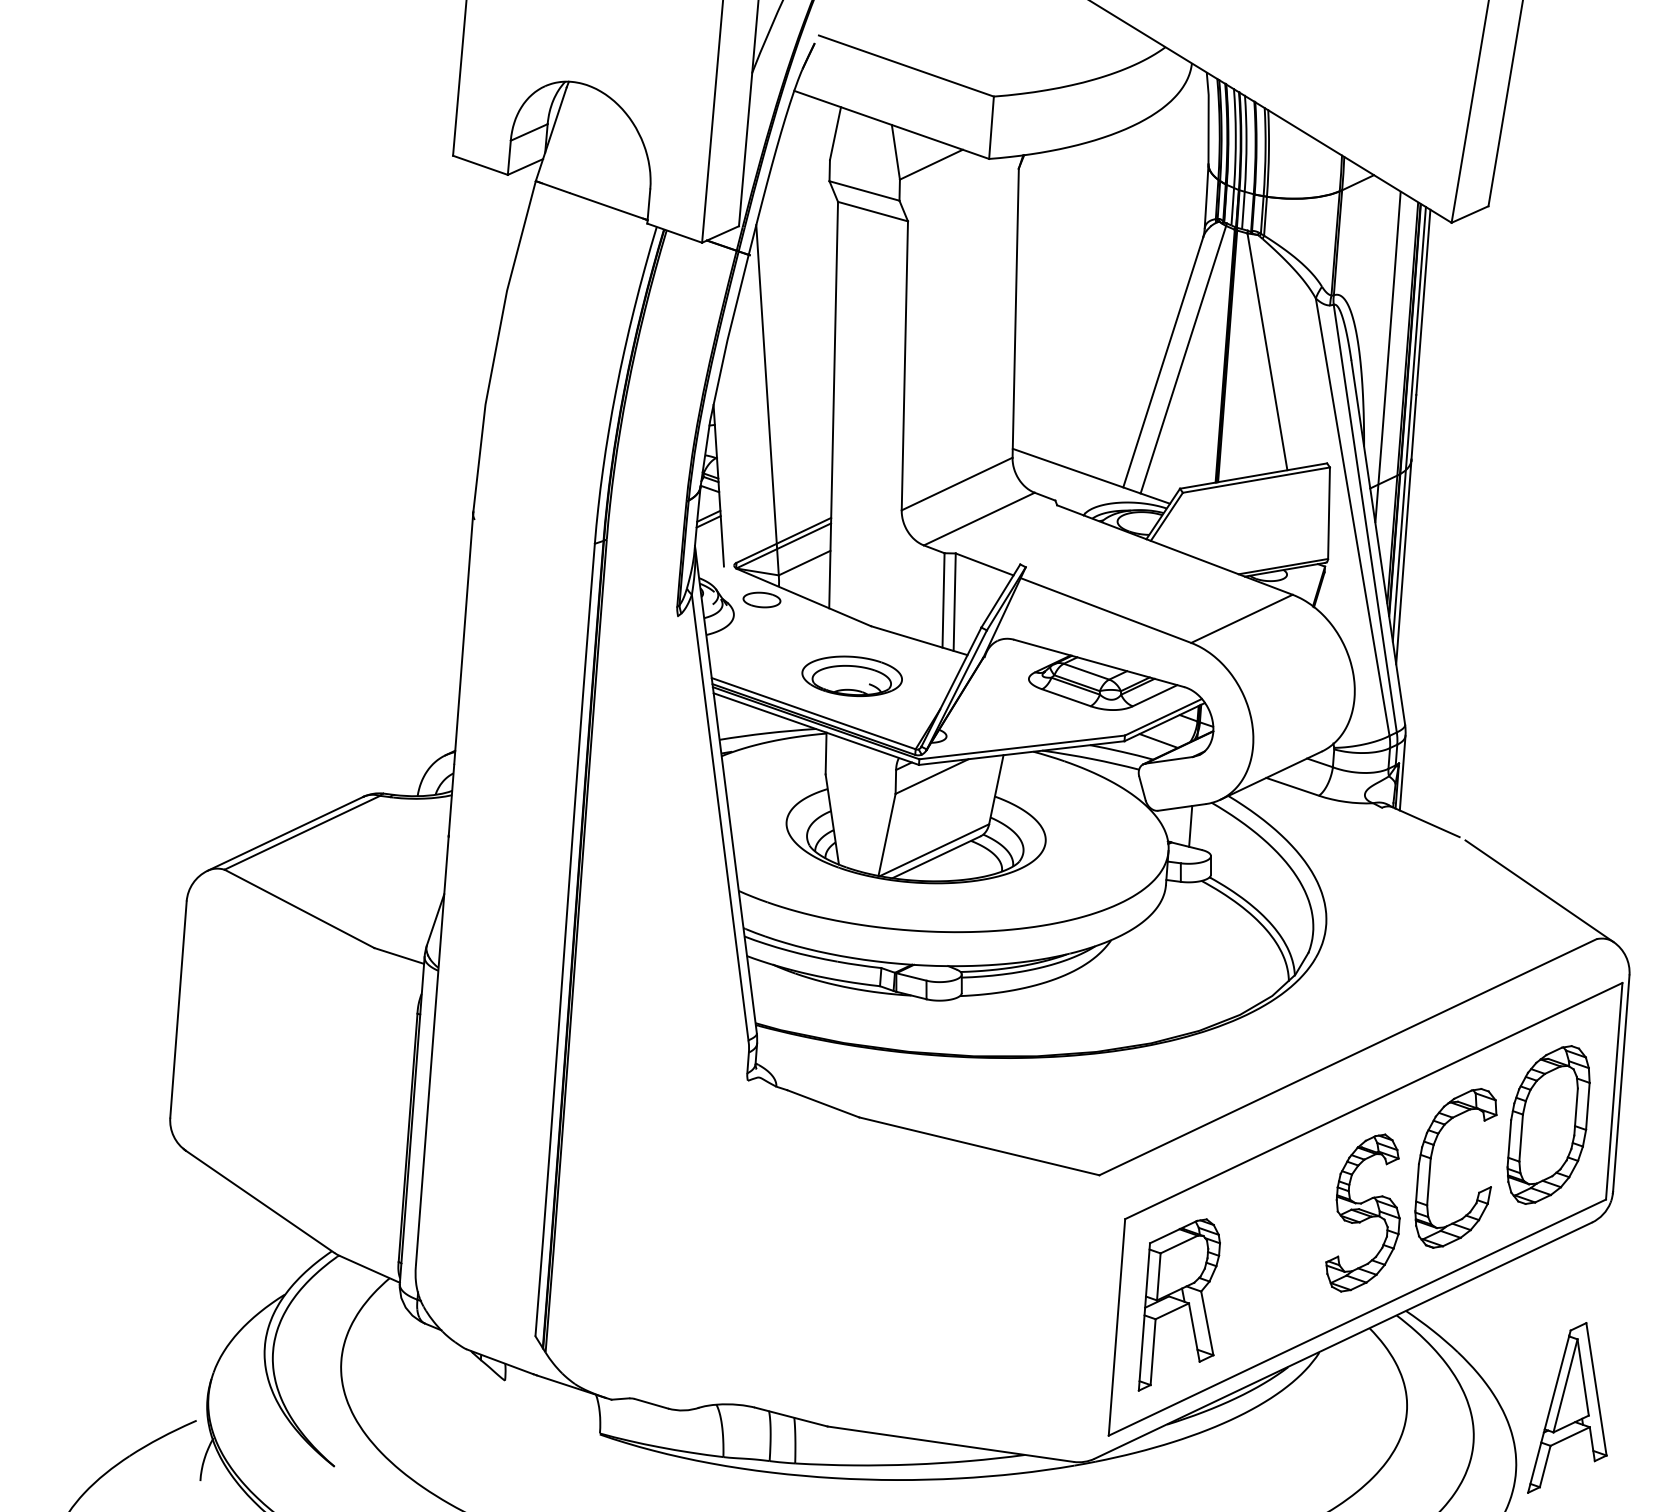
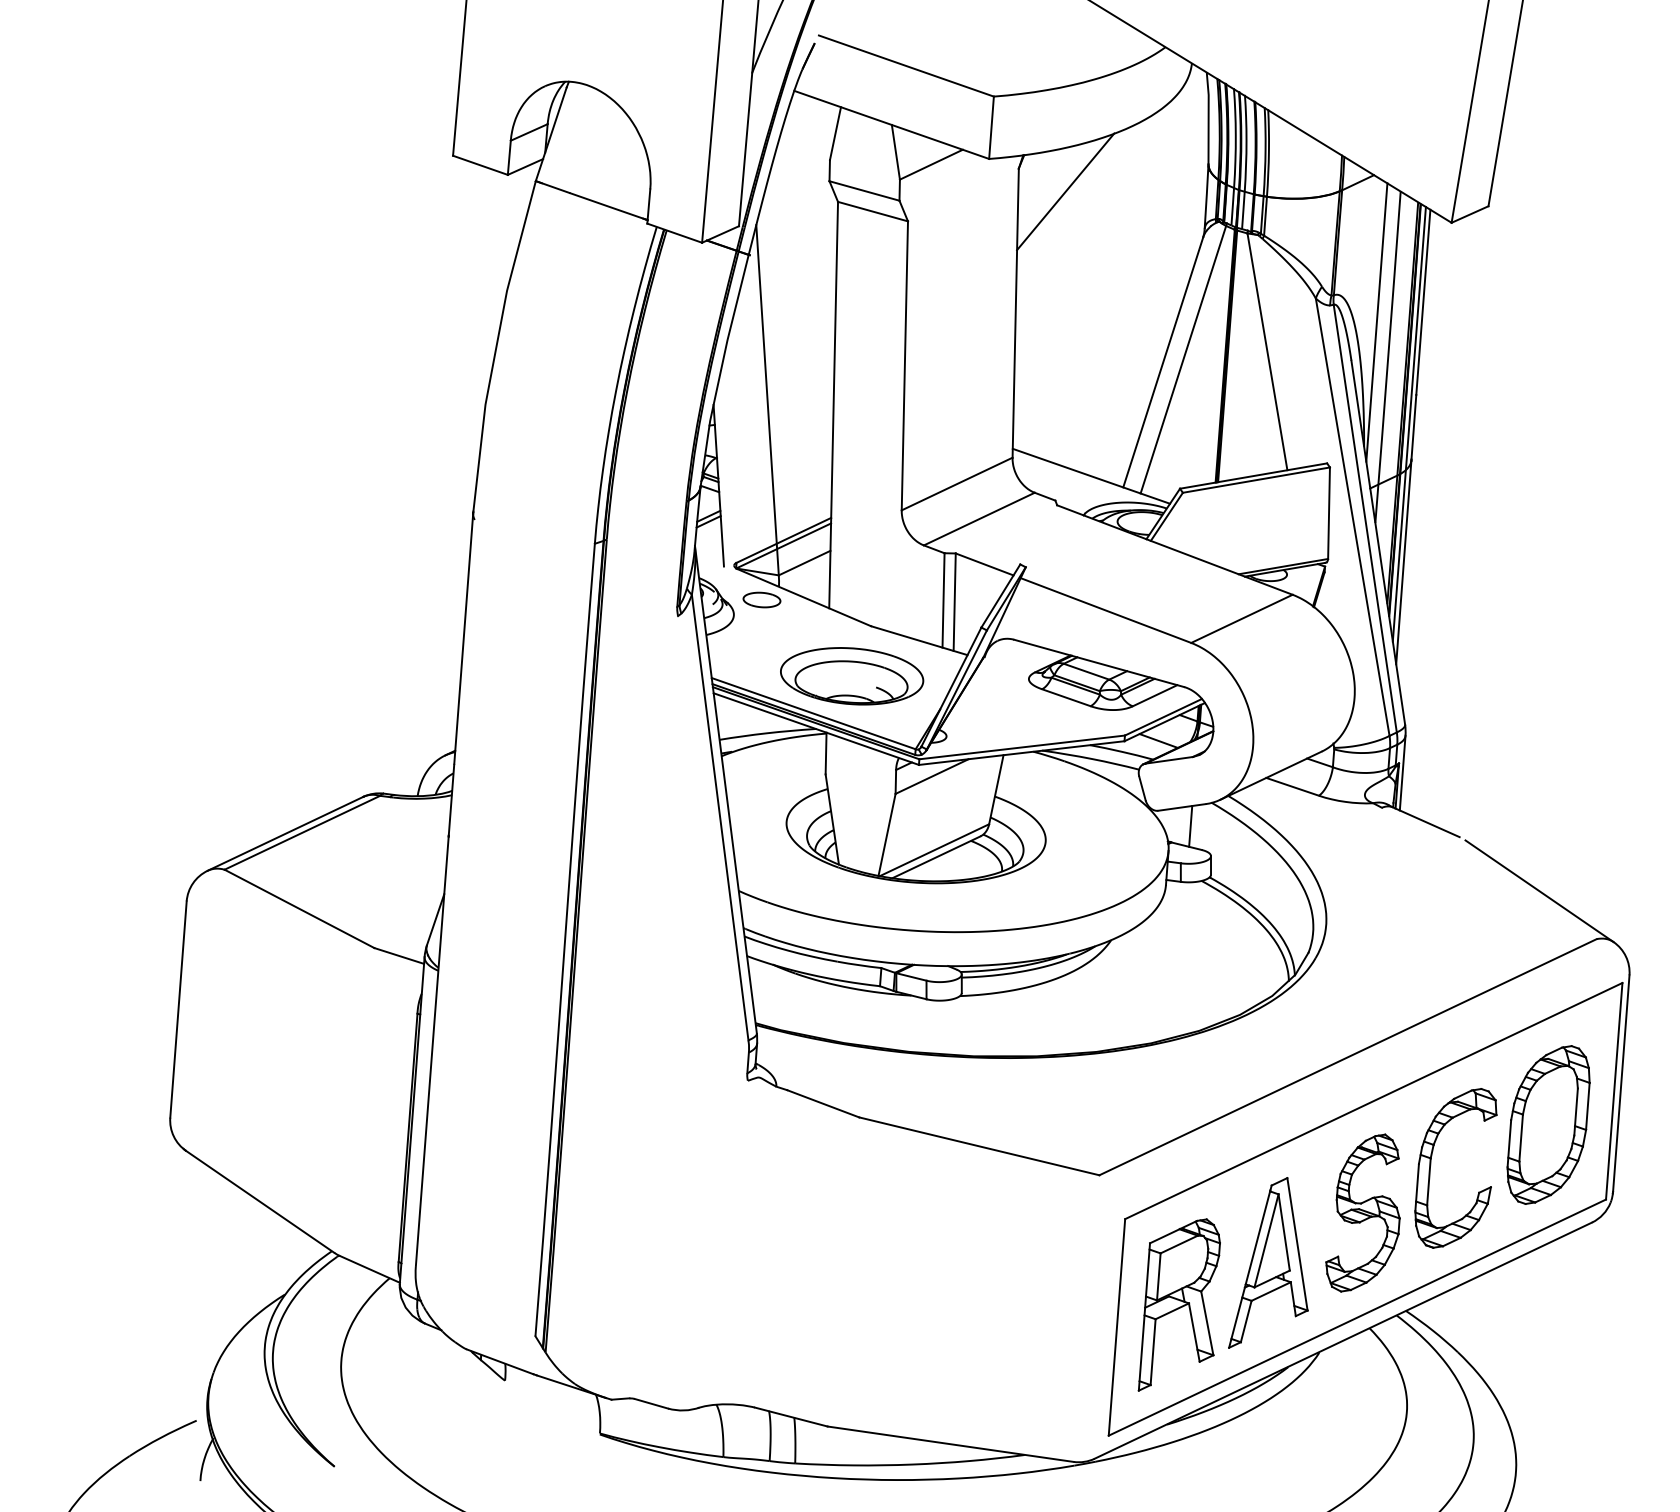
line at (1065, 191): none -> present
line at (1376, 322): none -> present
part at (851, 675) size: 102x42 px -> 145x59 px
part at (1567, 1407) position: (1567, 1407) -> (1268, 1262)
